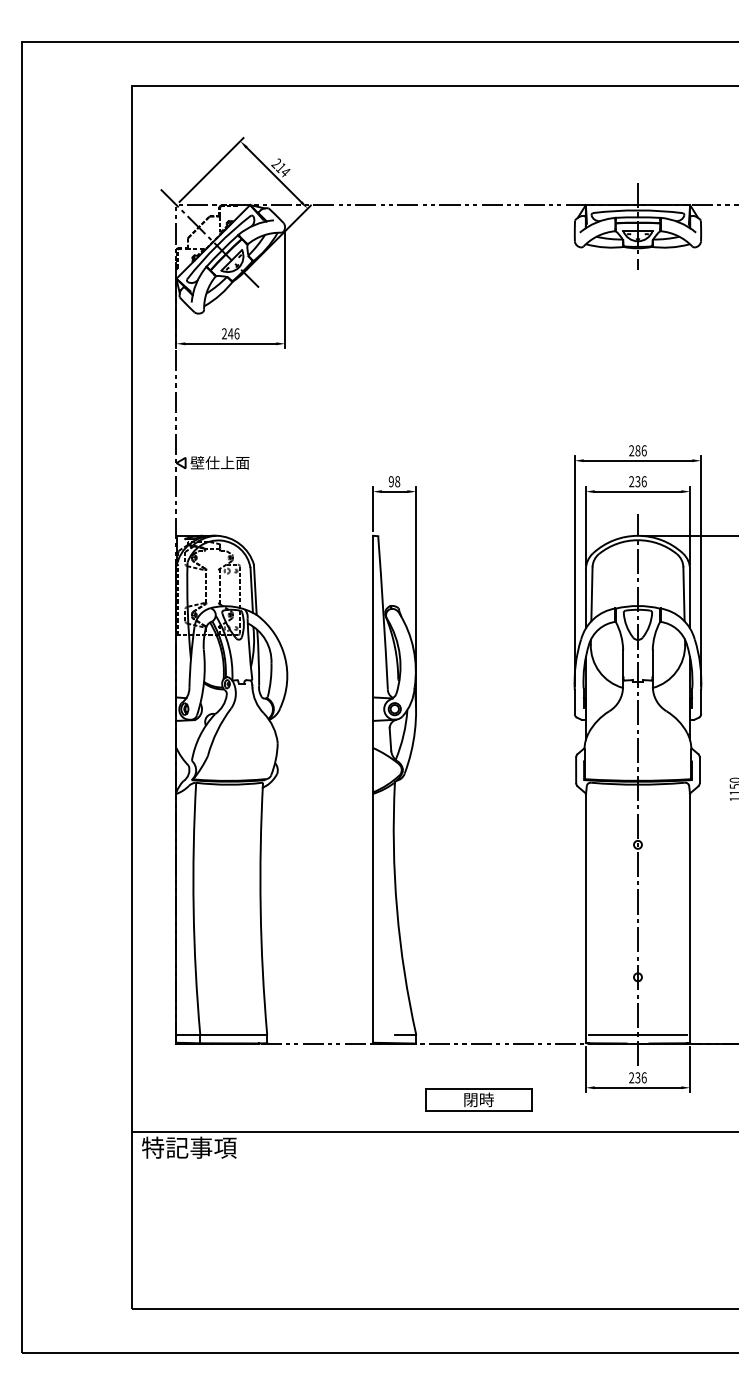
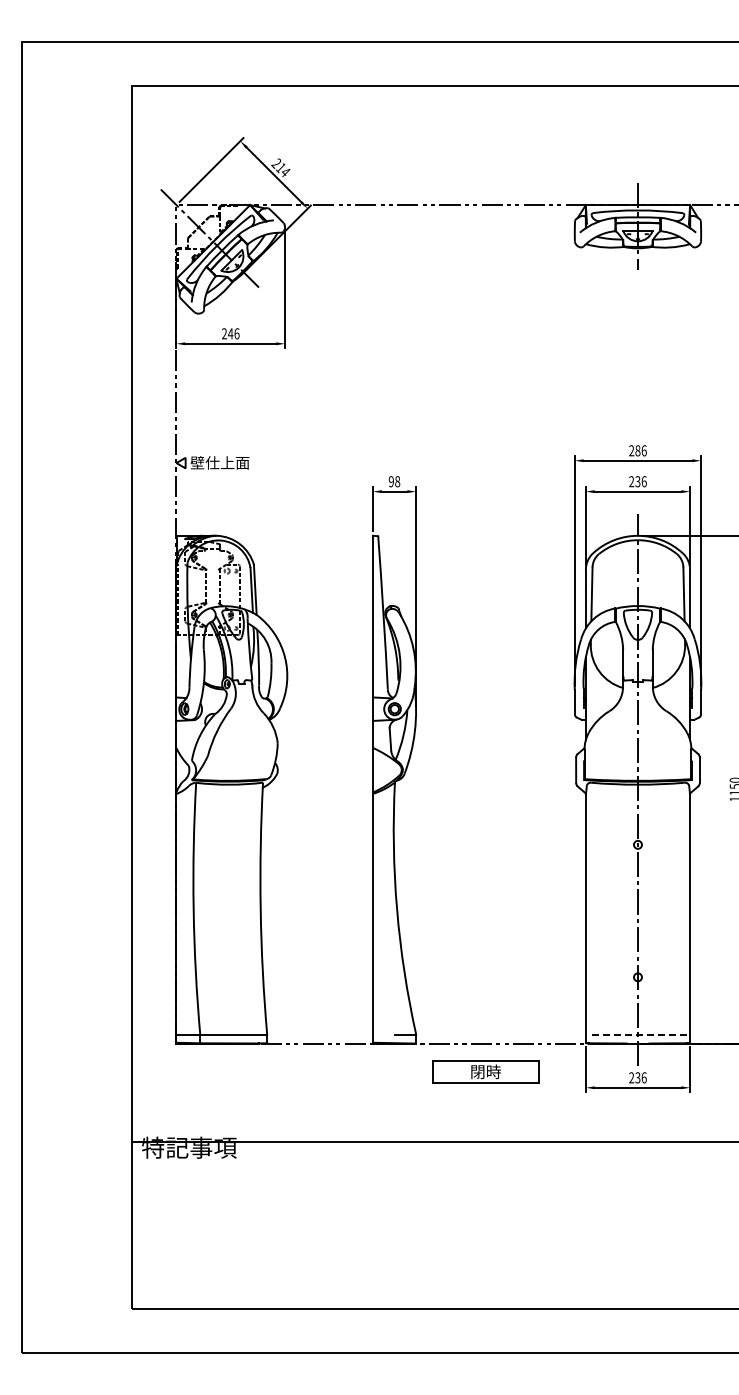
line at (637, 1035): solid -> dashed
part at (478, 1099) position: (478, 1099) -> (485, 1071)
line at (433, 1131) position: (433, 1131) -> (433, 1141)
